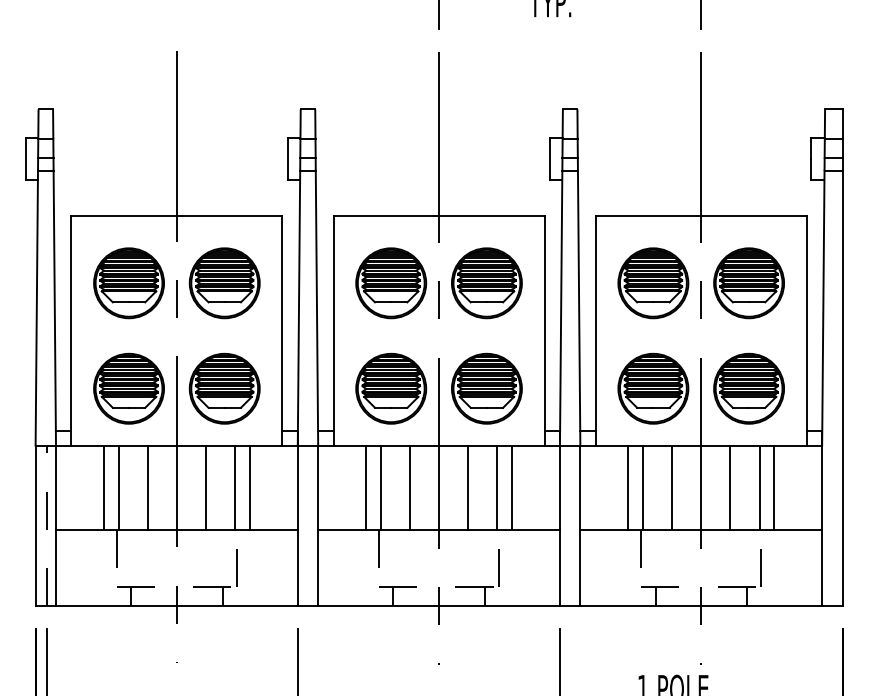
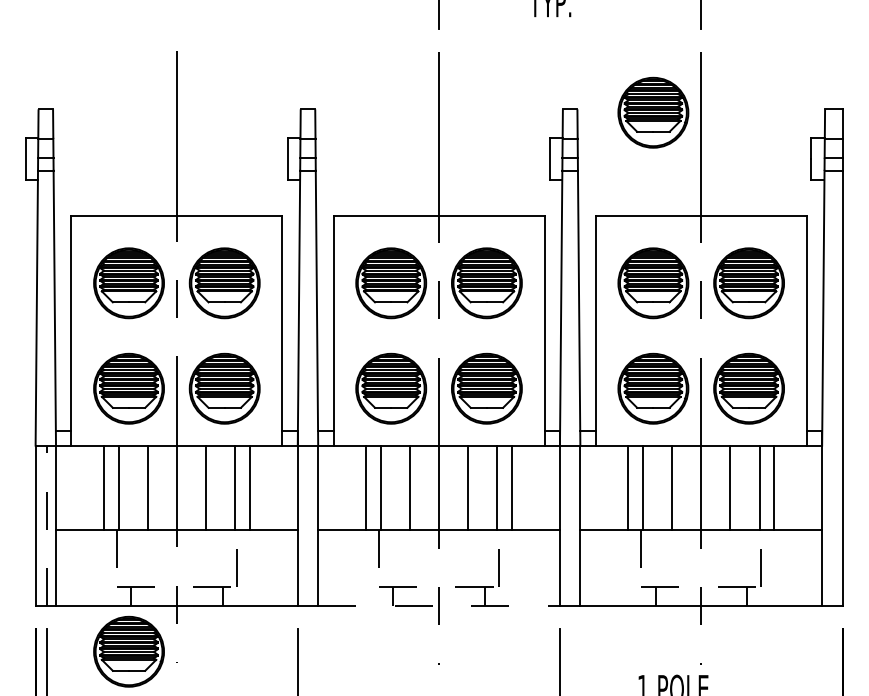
part at (653, 112): none -> present
line at (439, 606): solid -> dashed
part at (128, 651): none -> present
